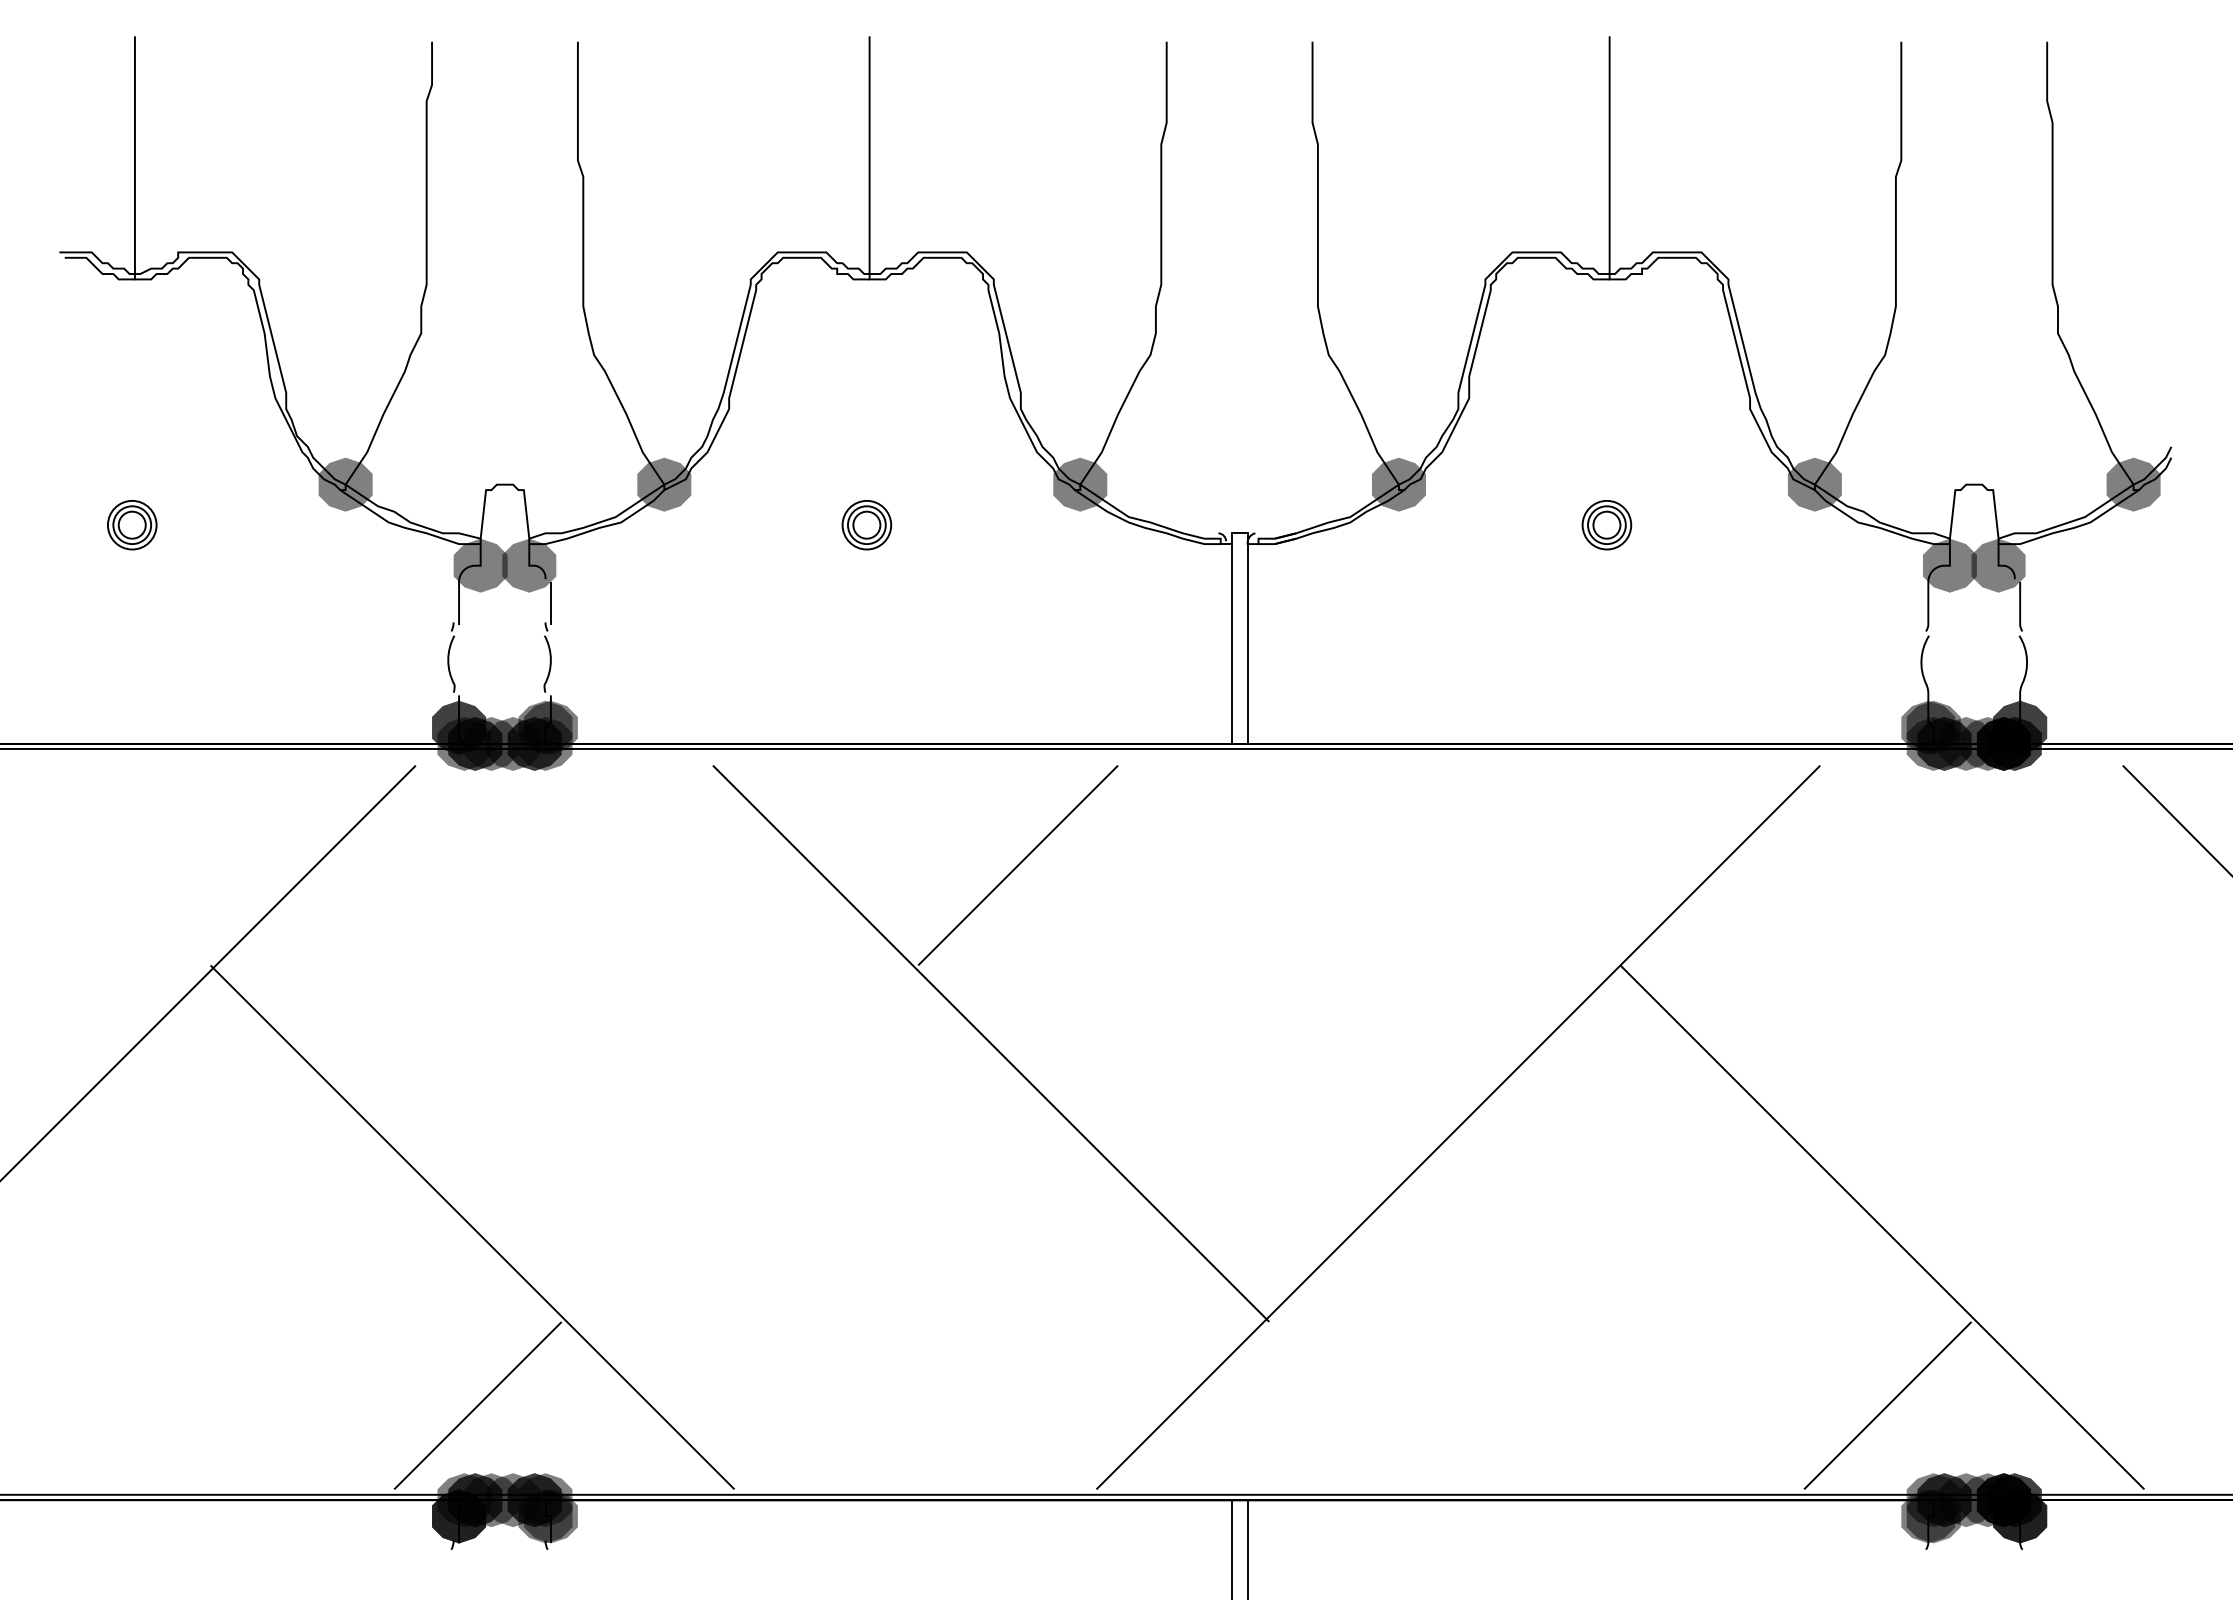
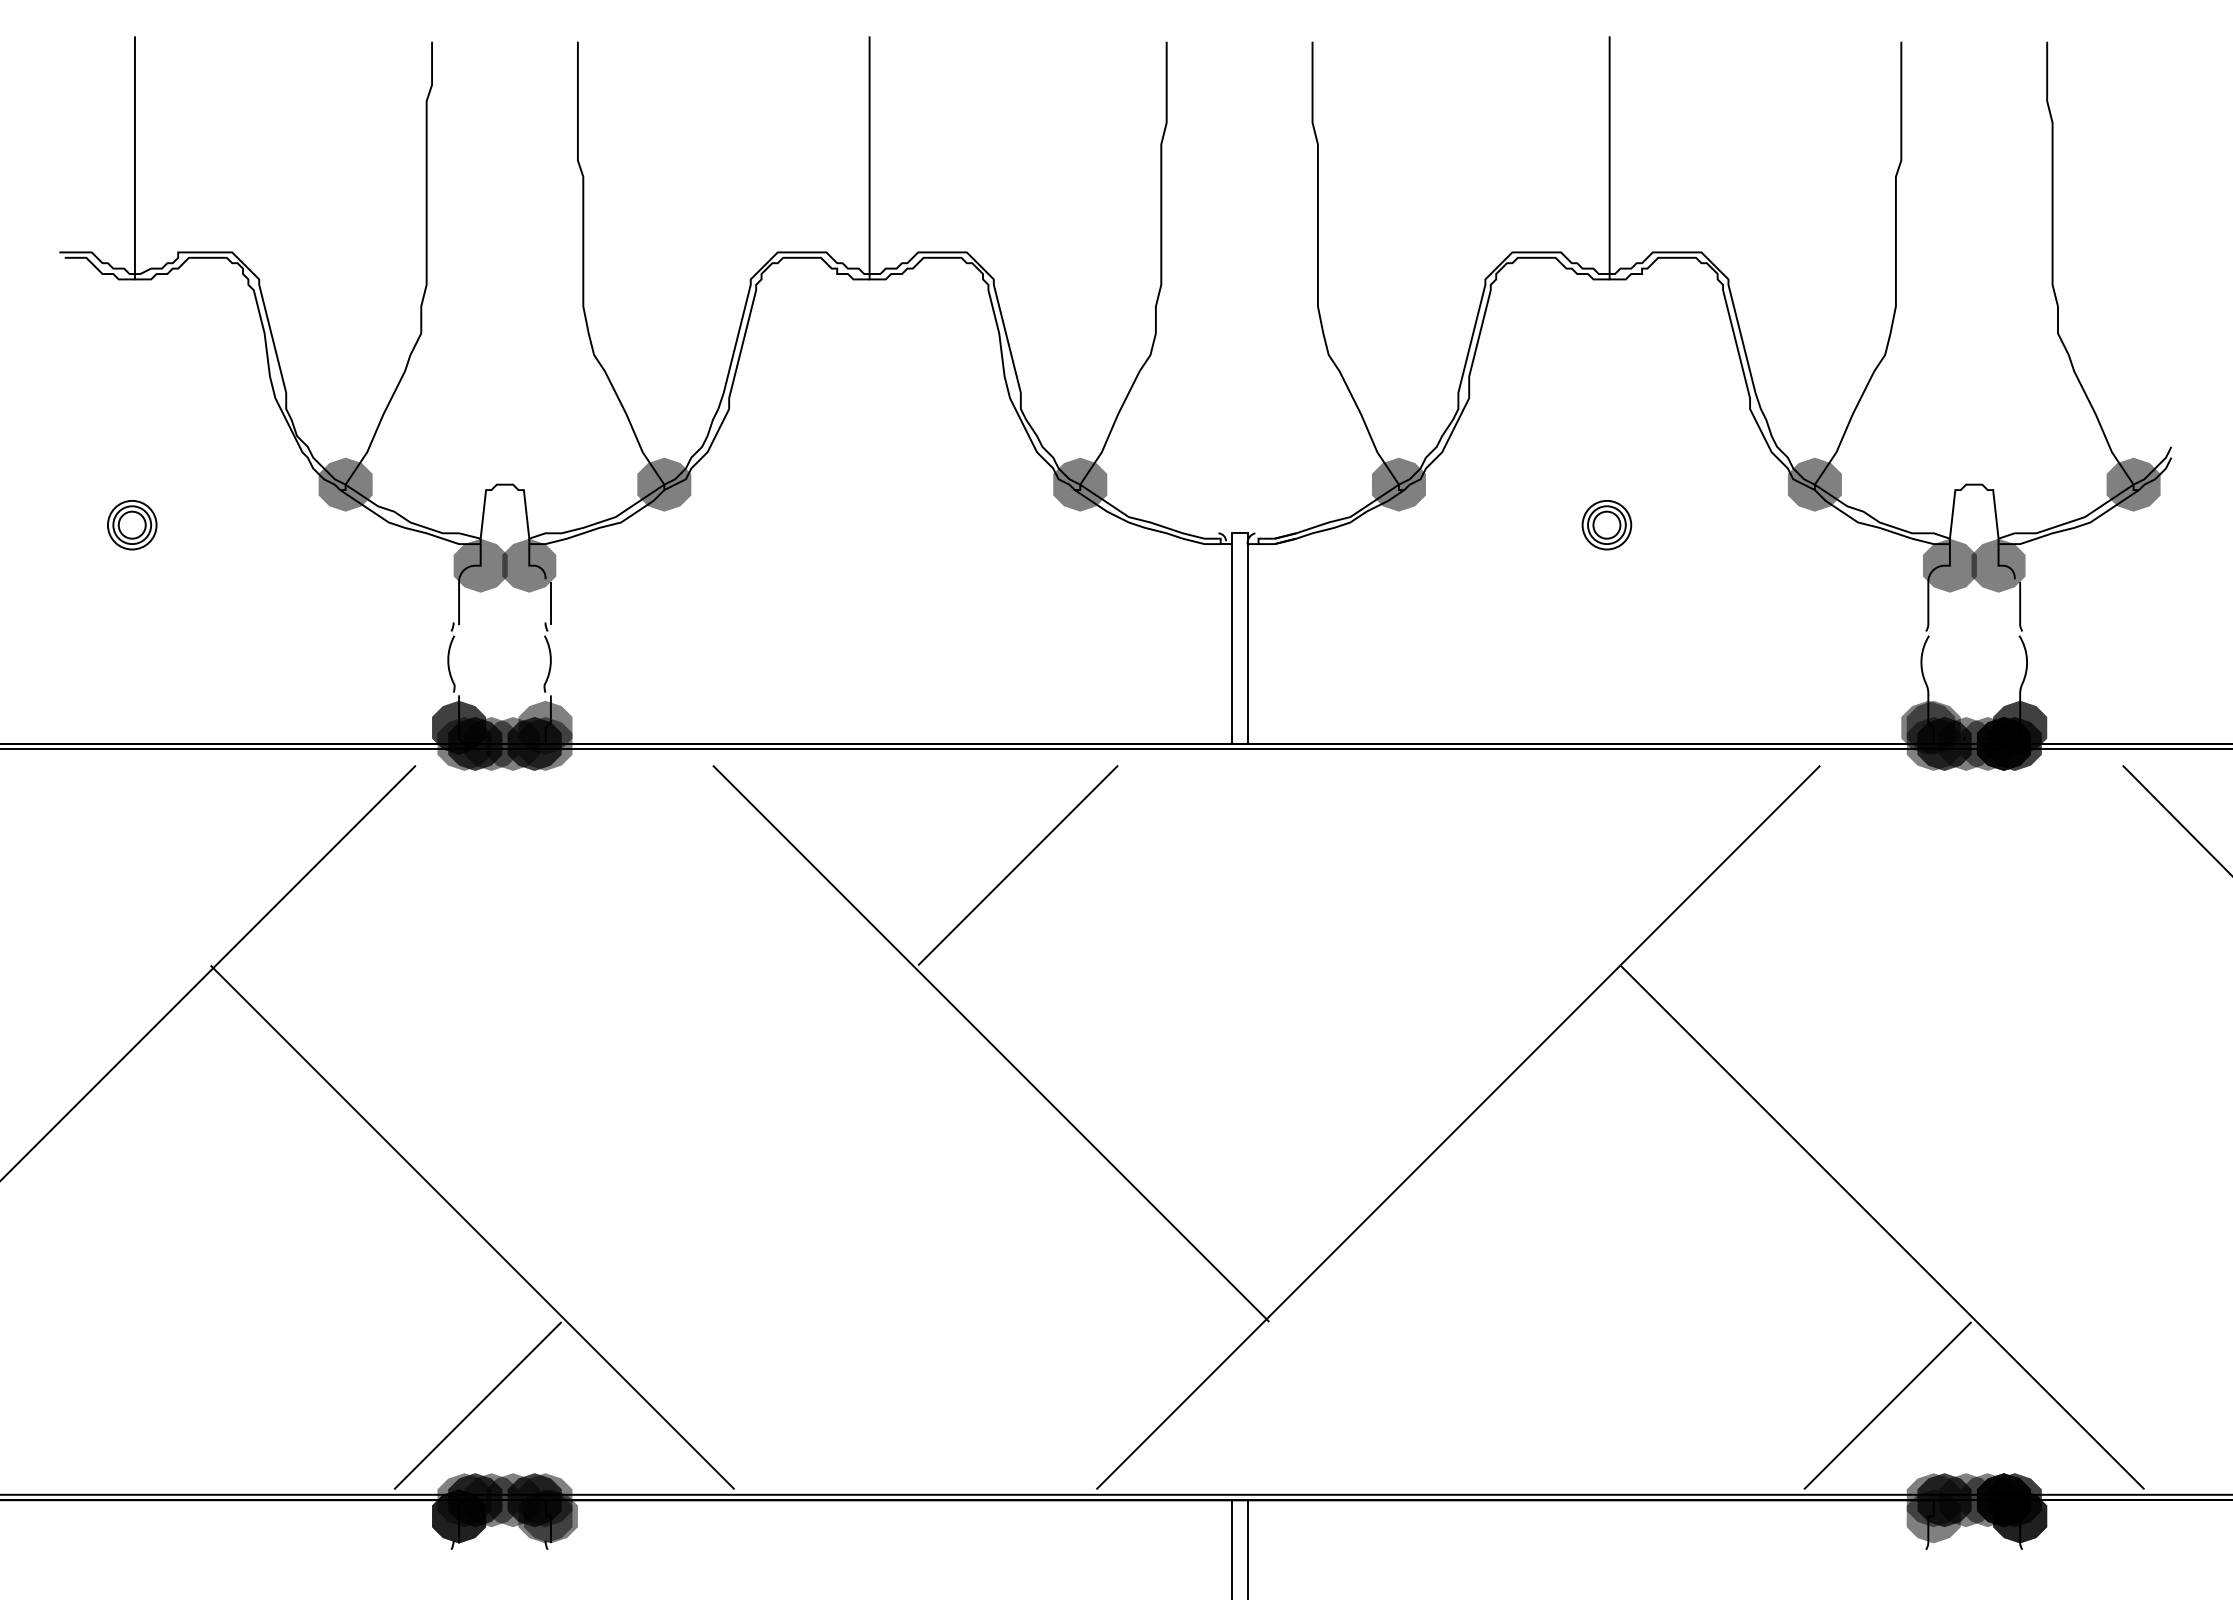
part at (866, 525): present -> none
fill at (550, 727): present -> none
fill at (1928, 1516): present -> none
